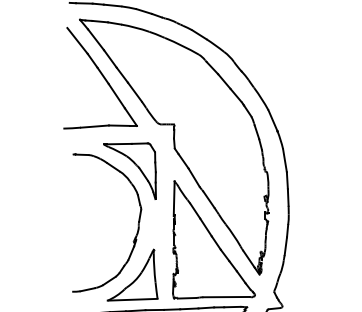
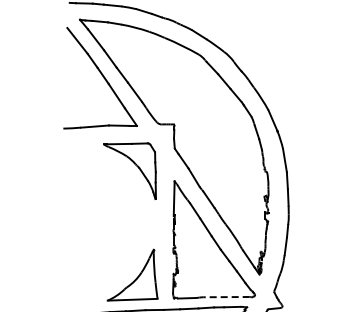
part at (137, 224): present -> none
line at (226, 297): solid -> dashed
